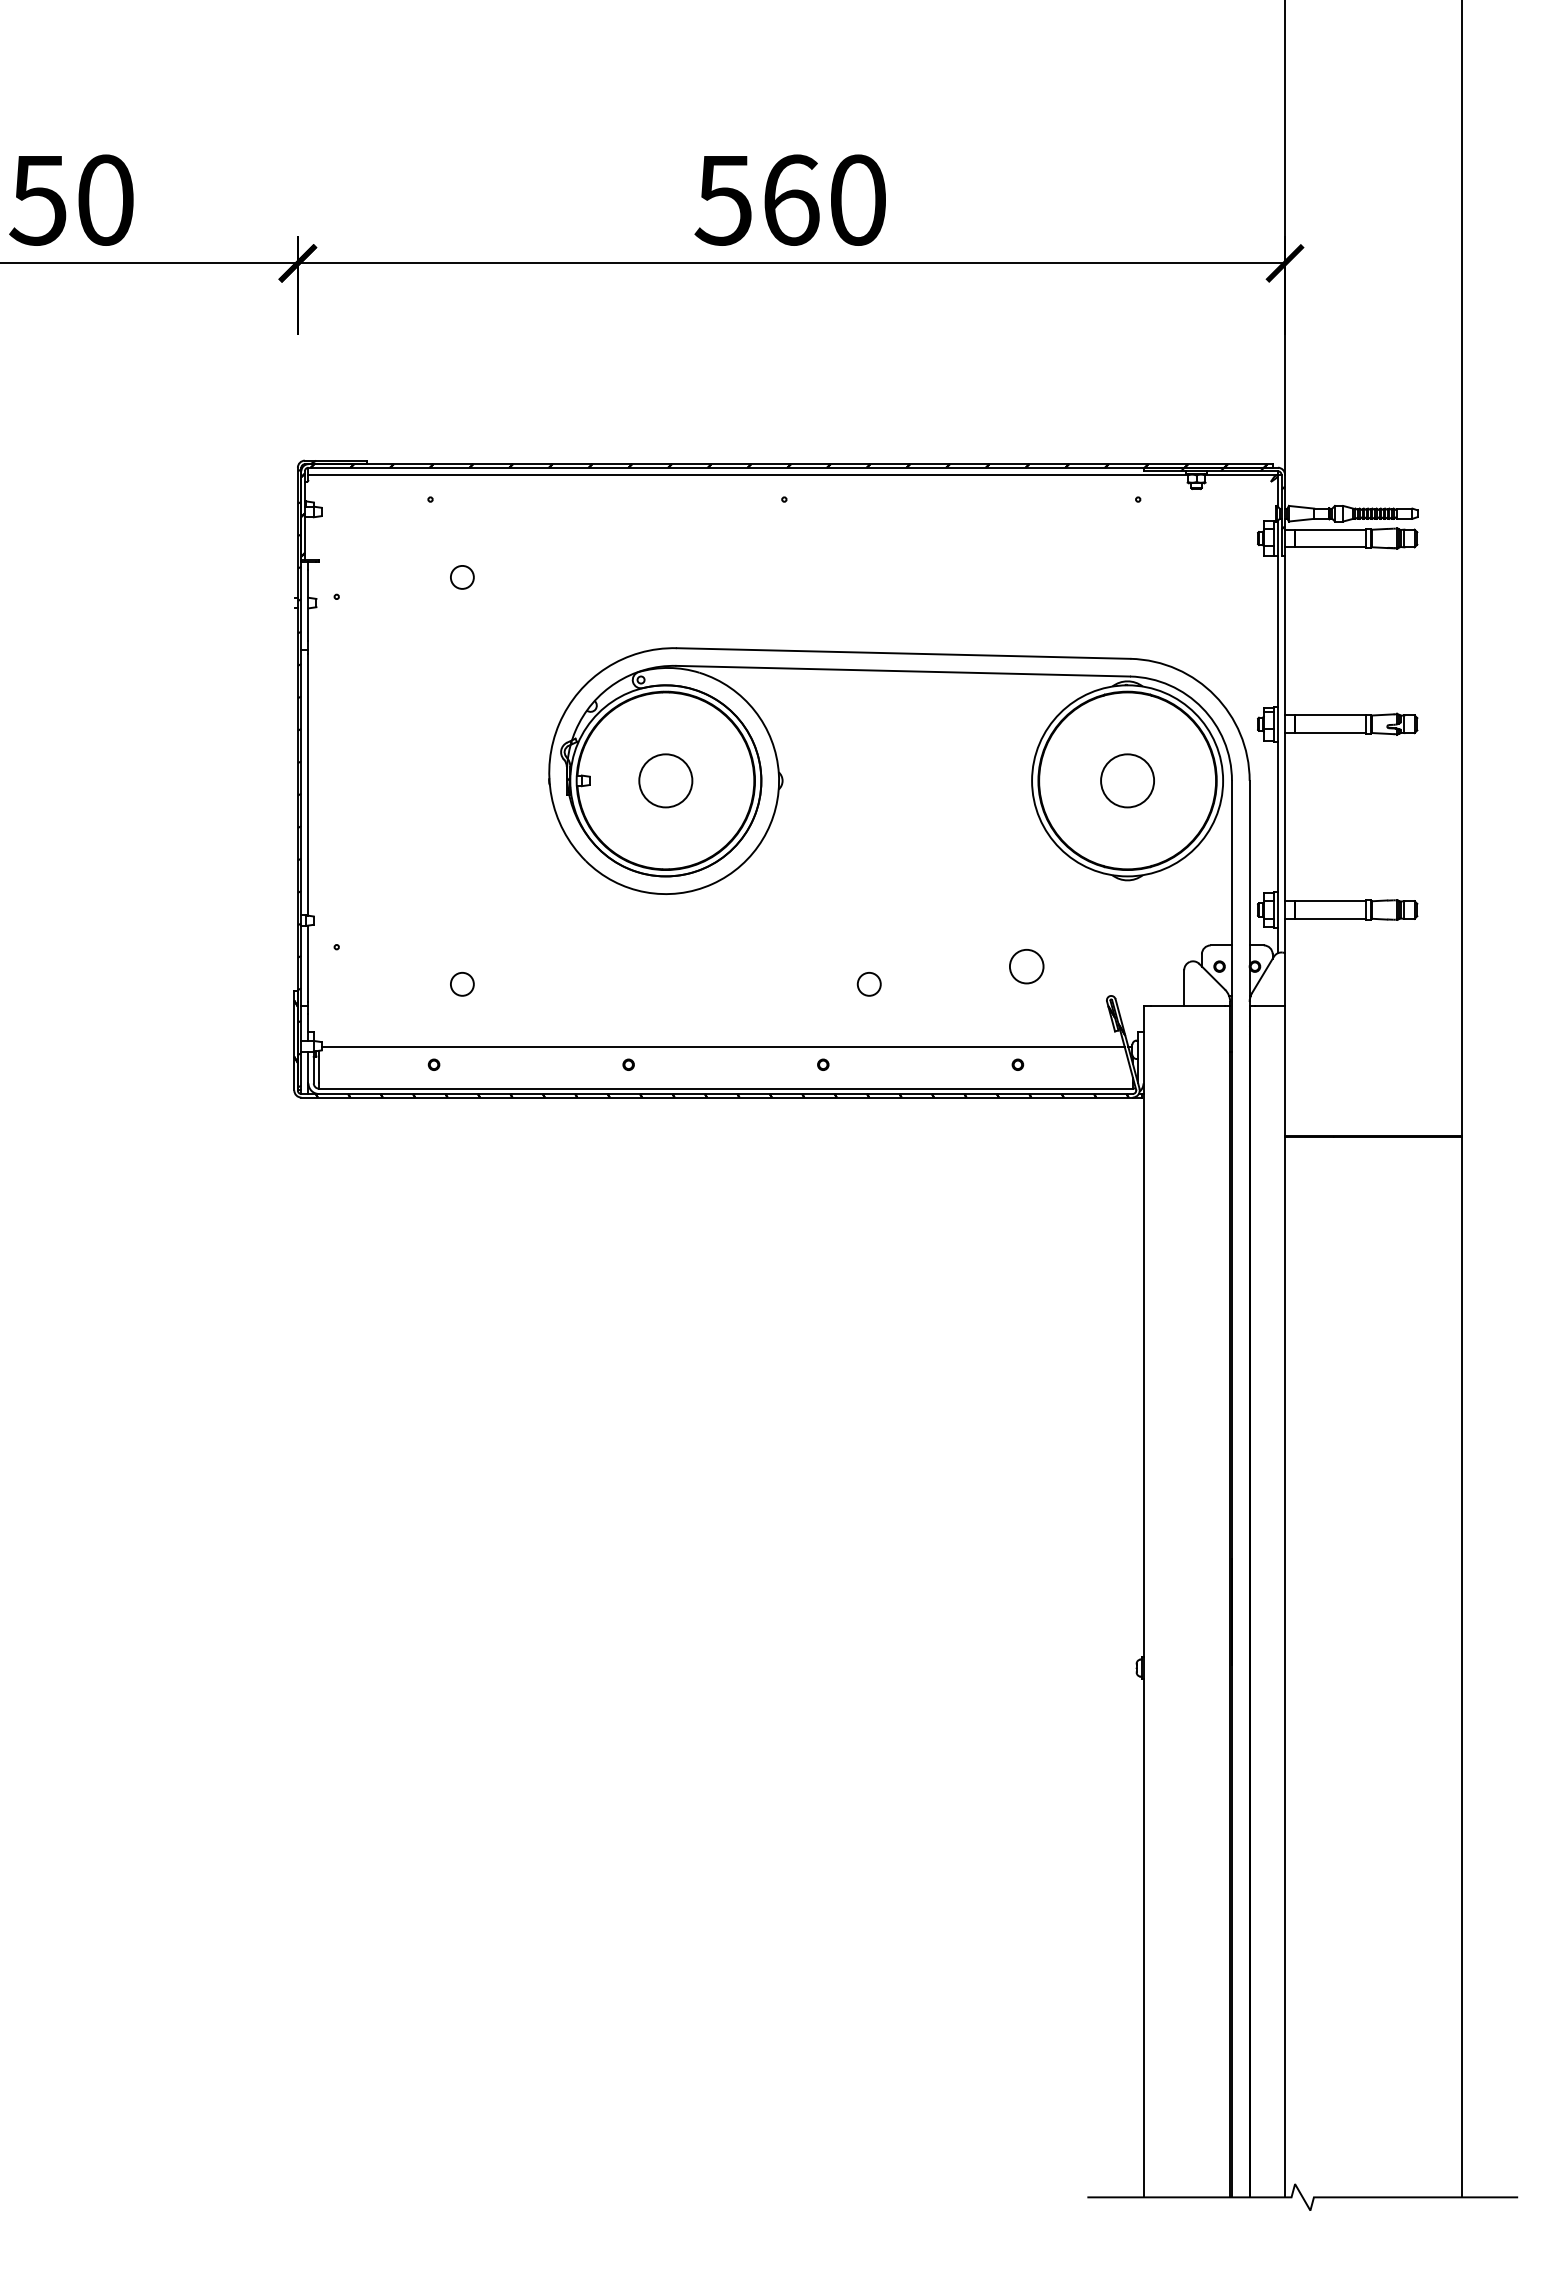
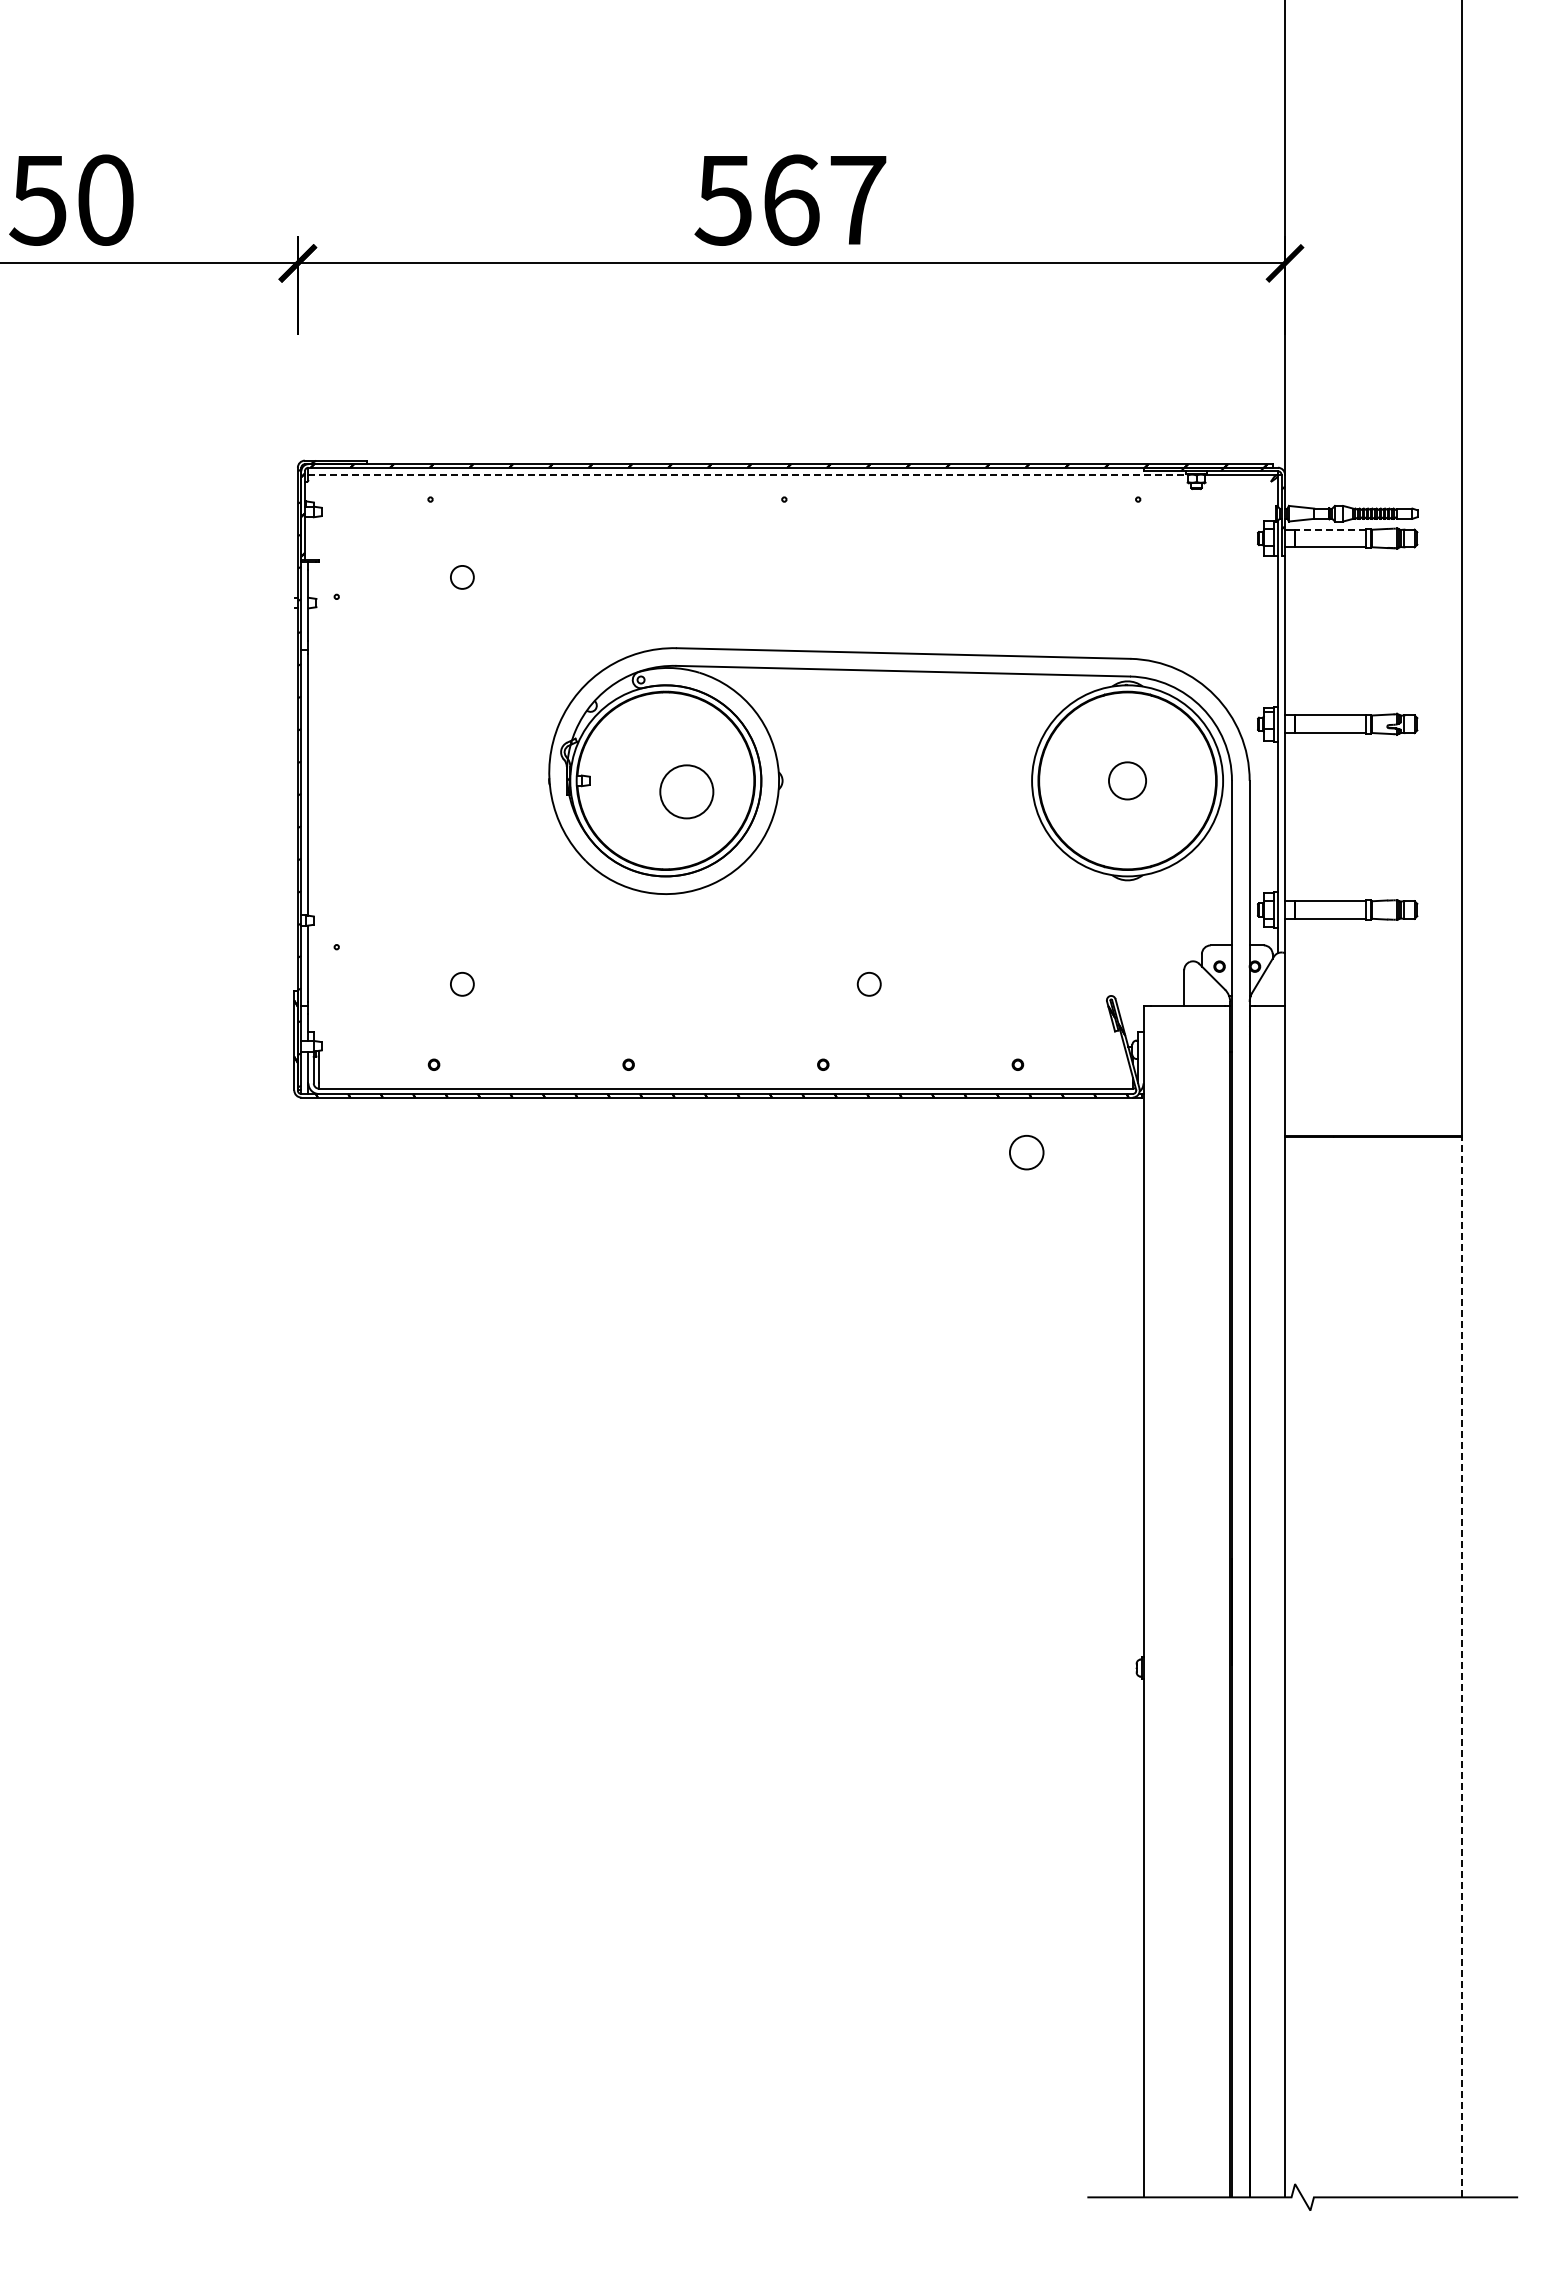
text at (858, 199): 560 -> 567
line at (748, 474): solid -> dashed
line at (1330, 529): solid -> dashed
circle at (665, 780) position: (665, 780) -> (686, 791)
circle at (1127, 780) size: 55x56 px -> 39x40 px
circle at (1026, 966) position: (1026, 966) -> (1026, 1152)
line at (722, 1047): present -> none
line at (1461, 1667): solid -> dashed
